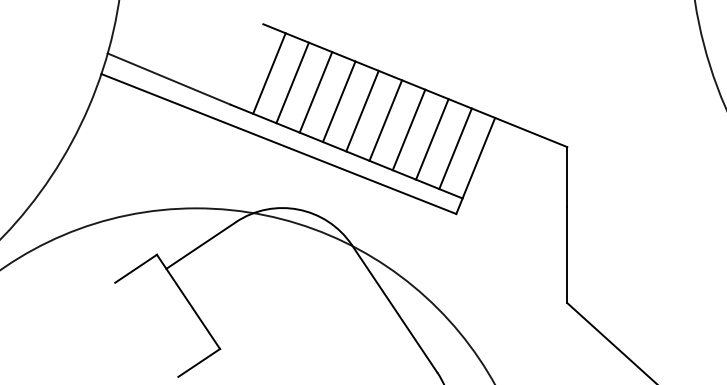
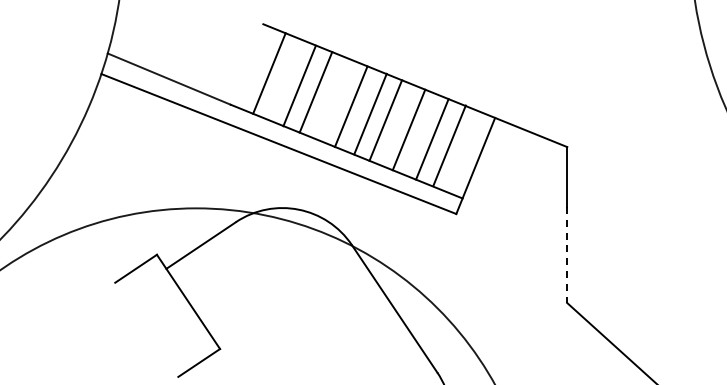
line at (292, 82) position: (292, 82) -> (299, 85)
line at (338, 101) position: (338, 101) -> (350, 106)
line at (362, 110) position: (362, 110) -> (370, 113)
line at (455, 148) position: (455, 148) -> (449, 145)
line at (567, 255): solid -> dashed
